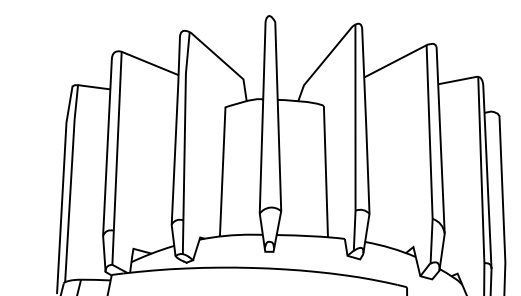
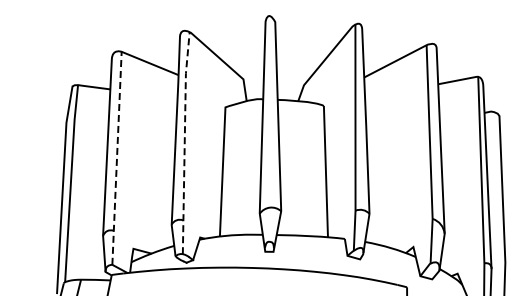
line at (184, 142): solid -> dashed
line at (117, 158): solid -> dashed
